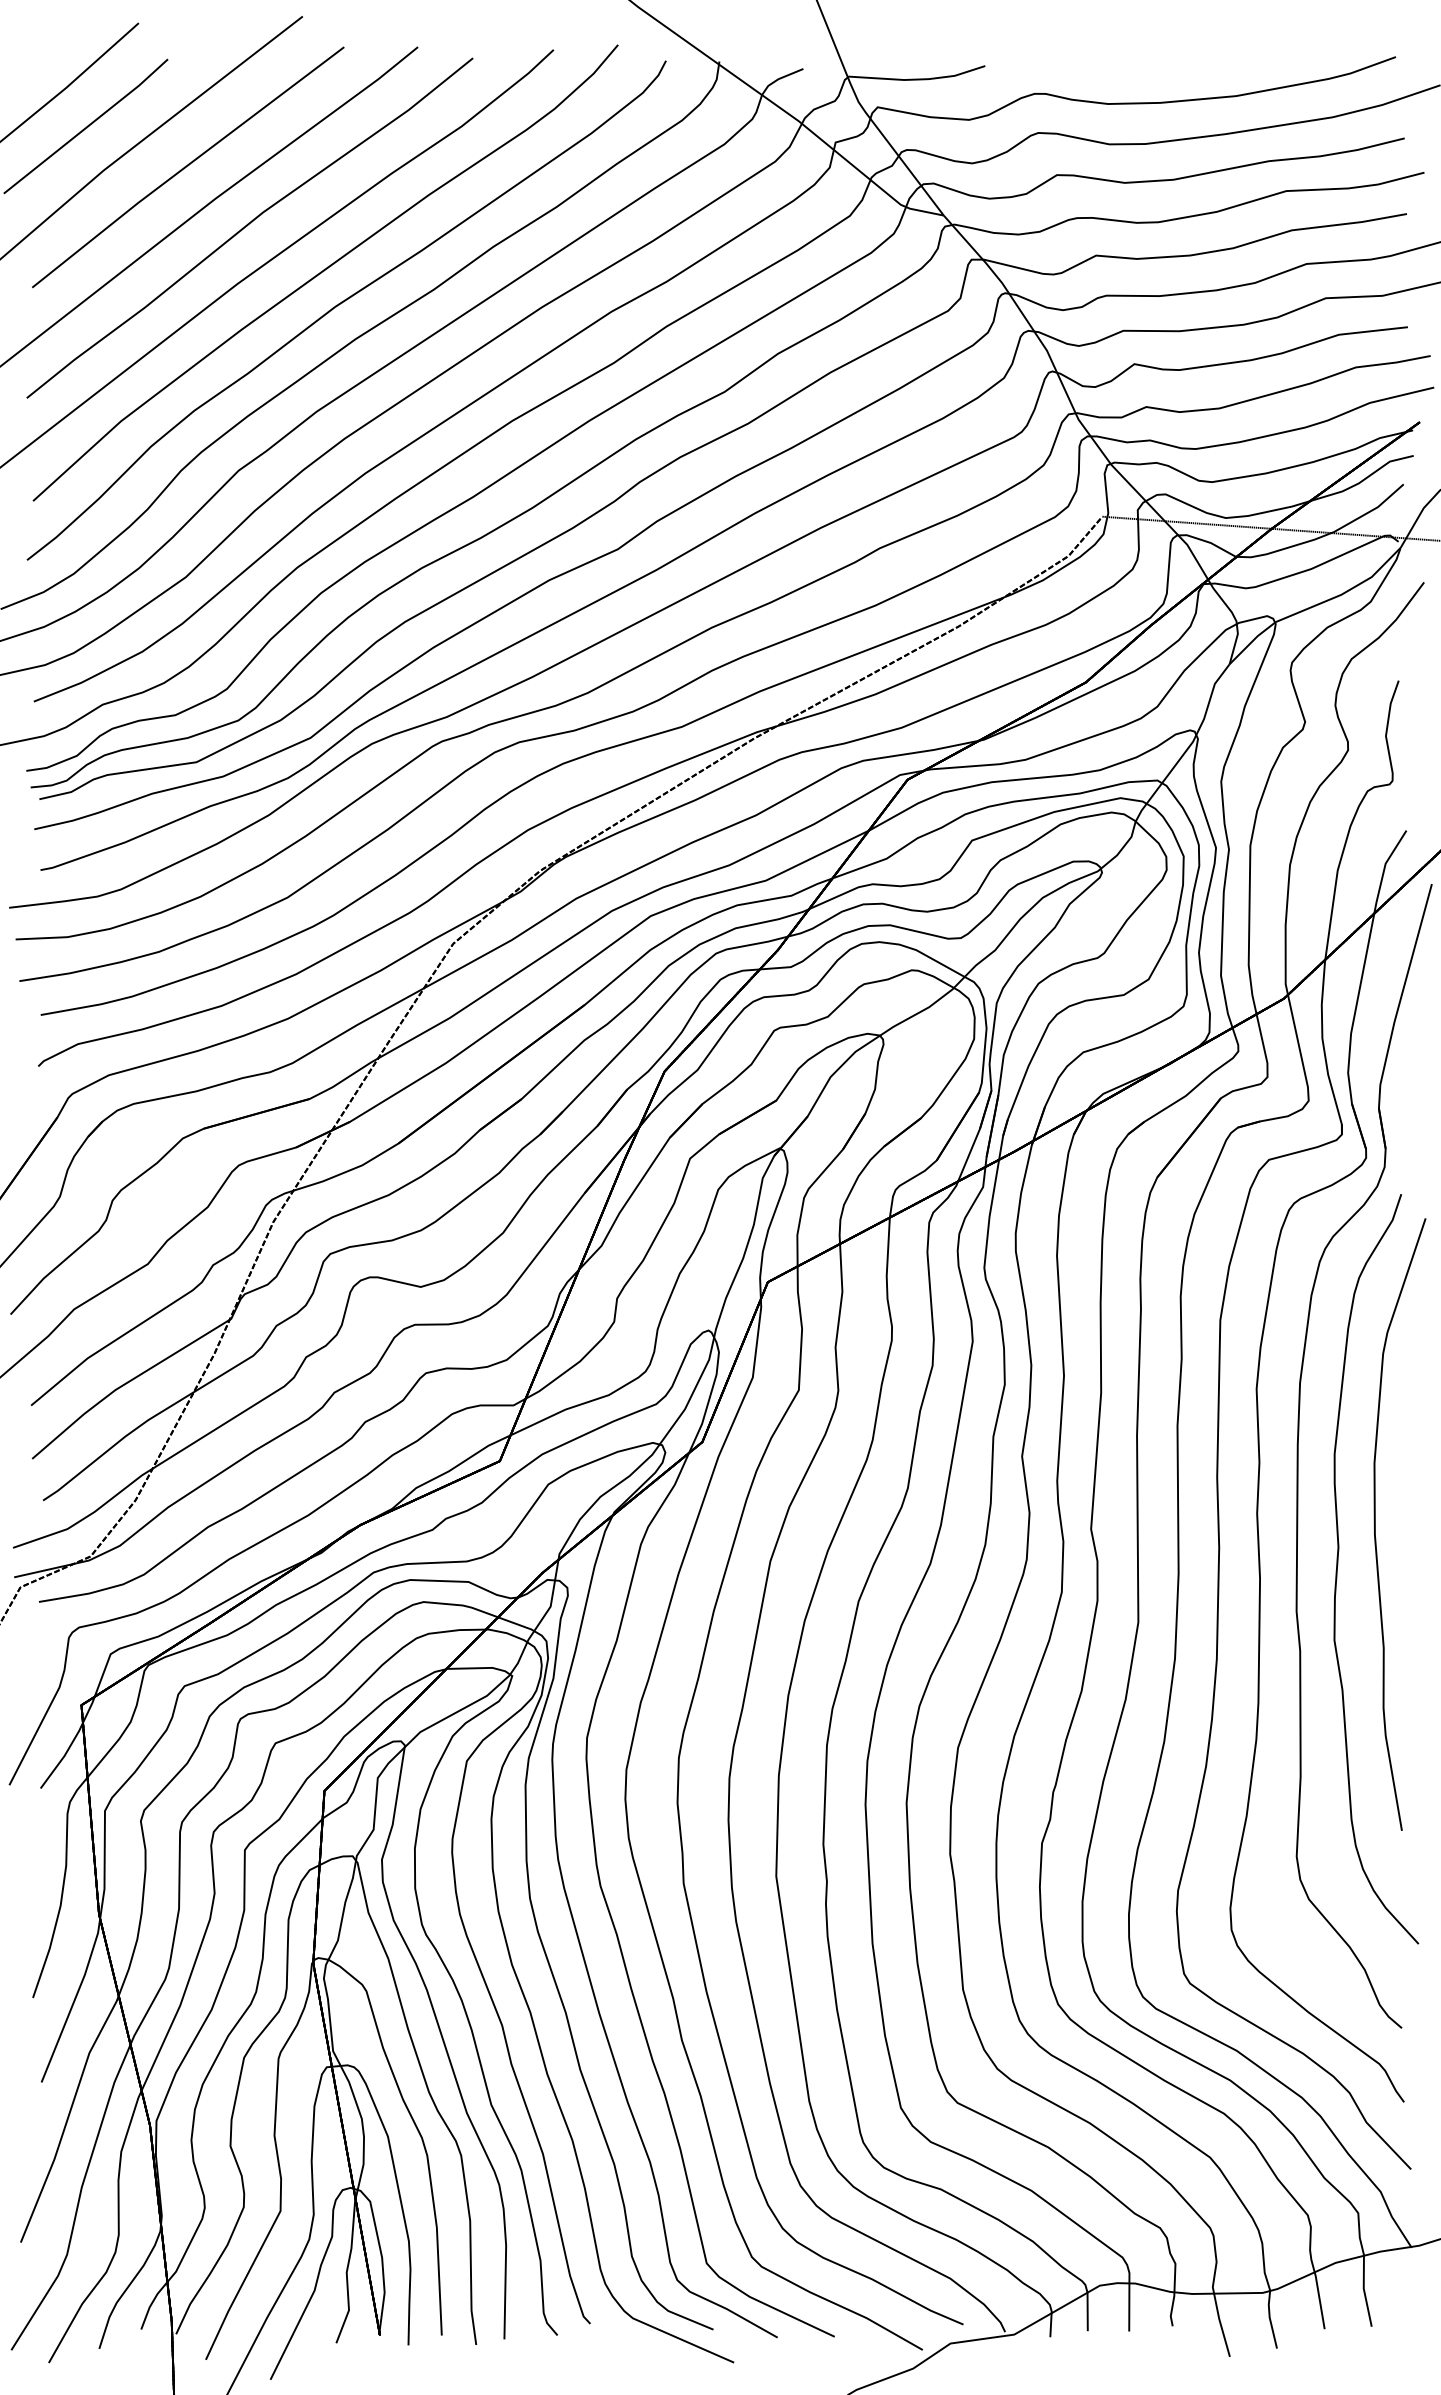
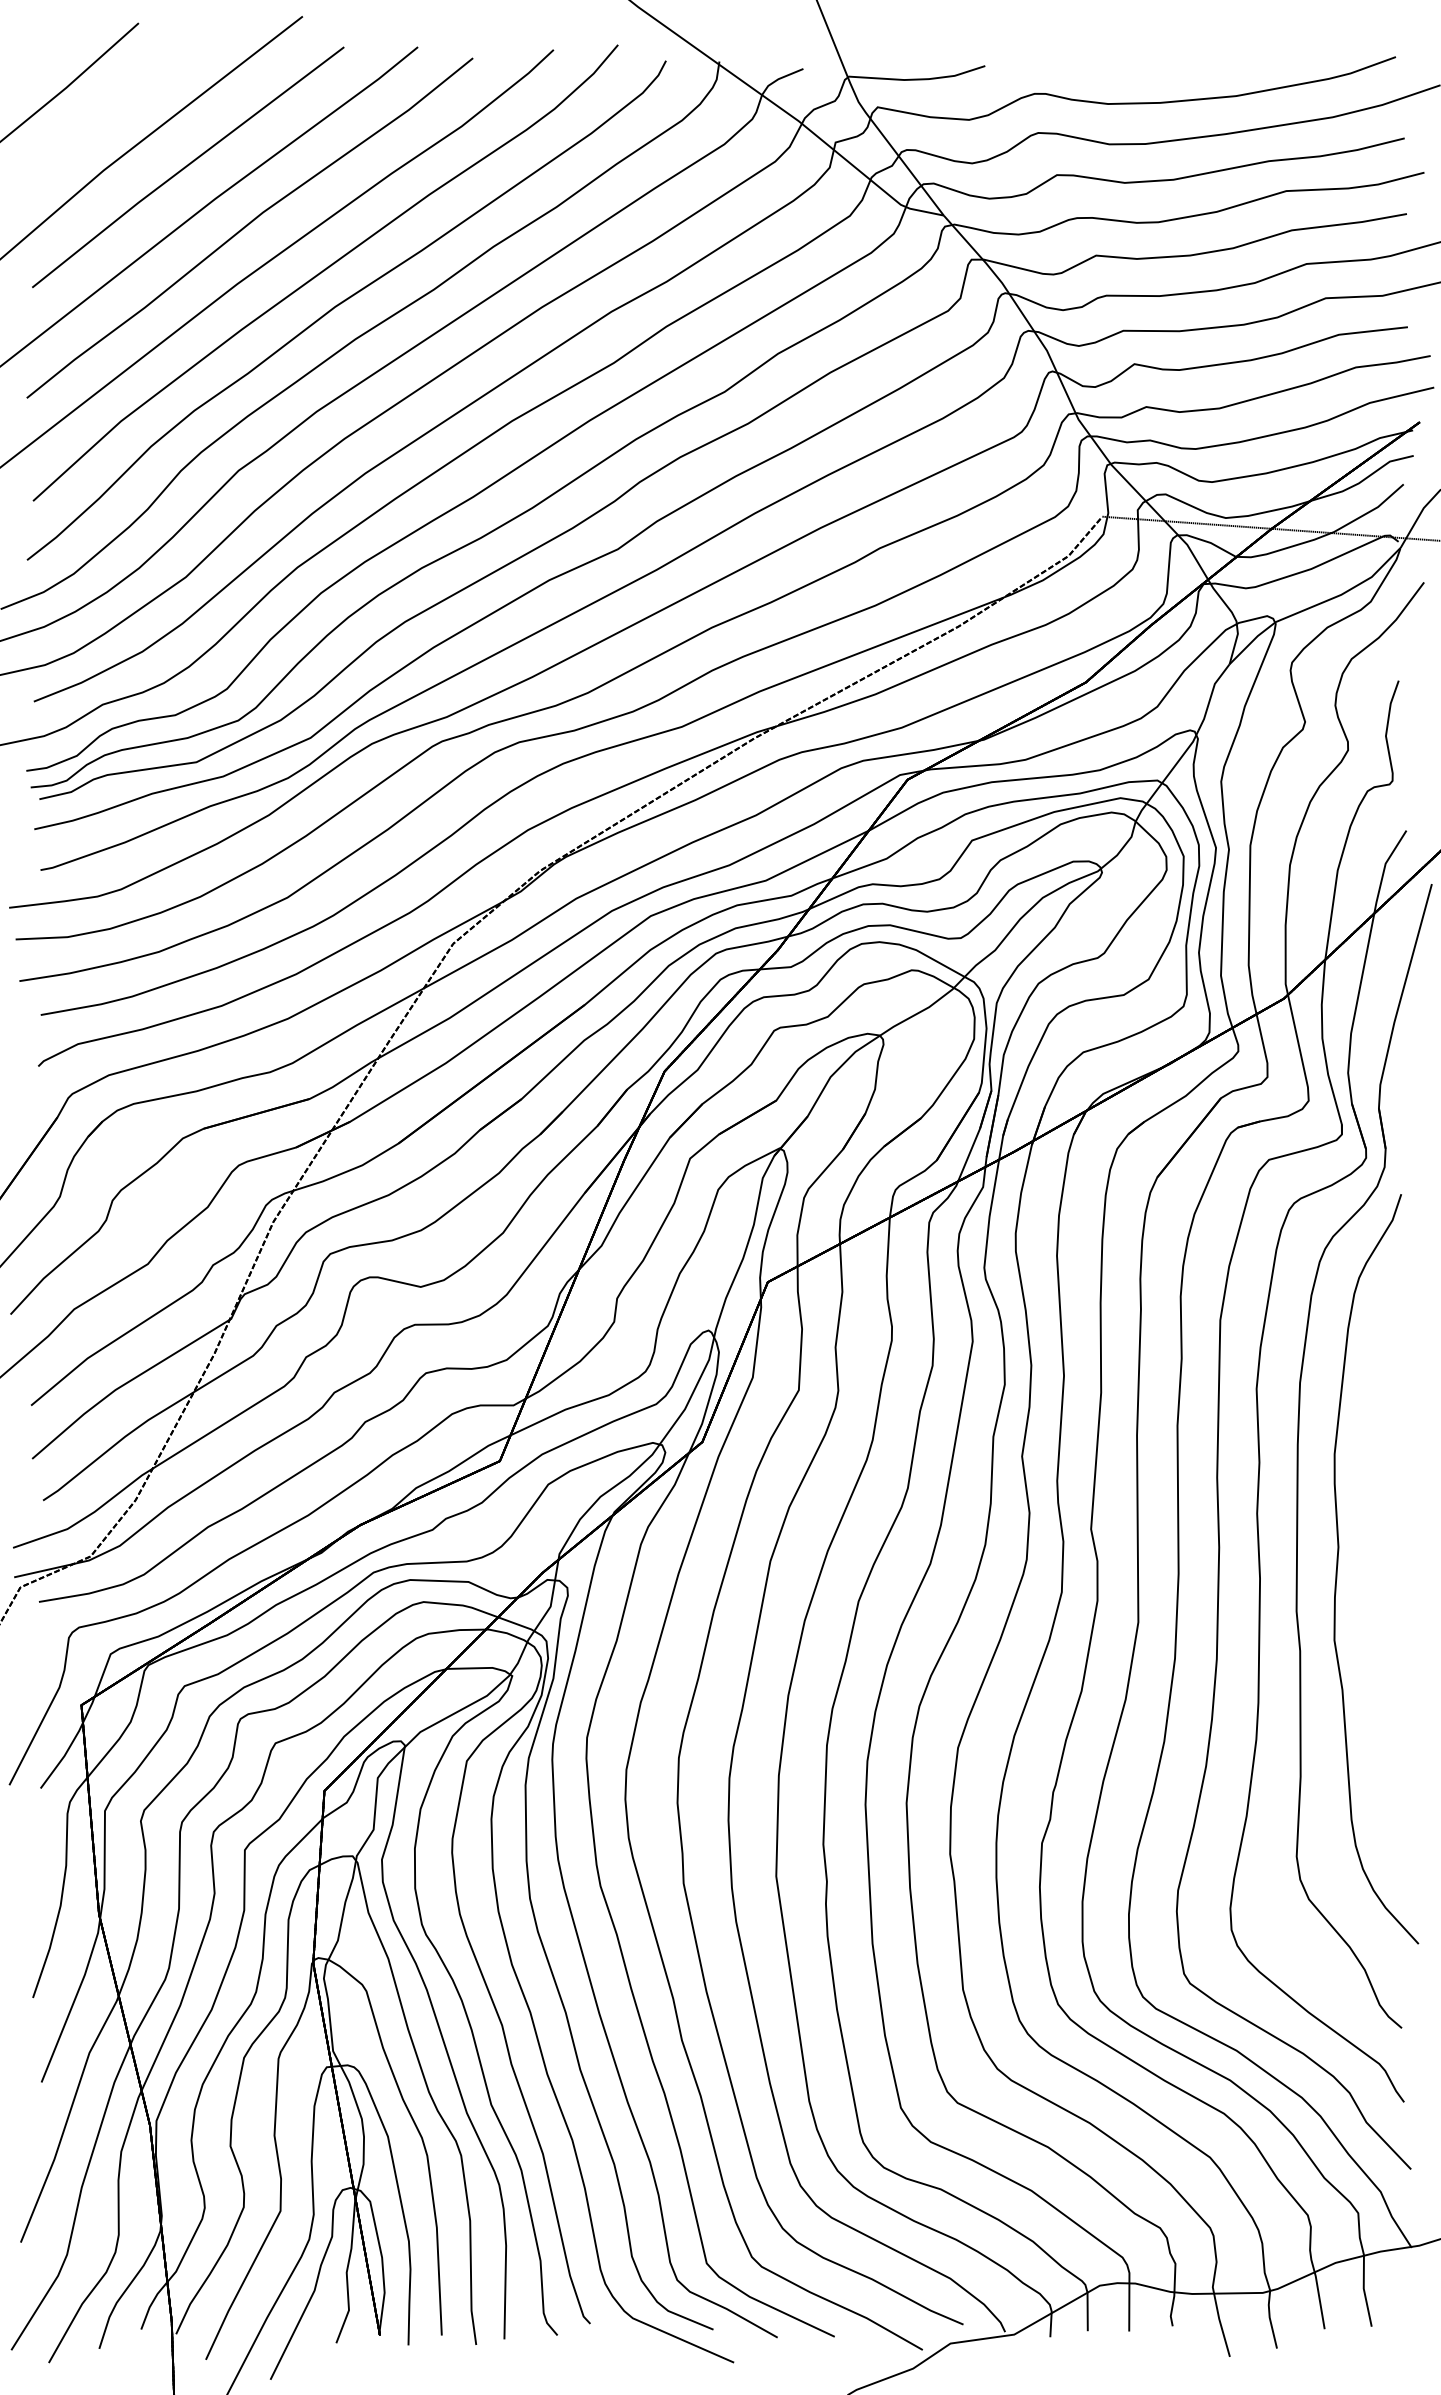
part at (85, 126): present -> none
curve at (1375, 1524): present -> none
